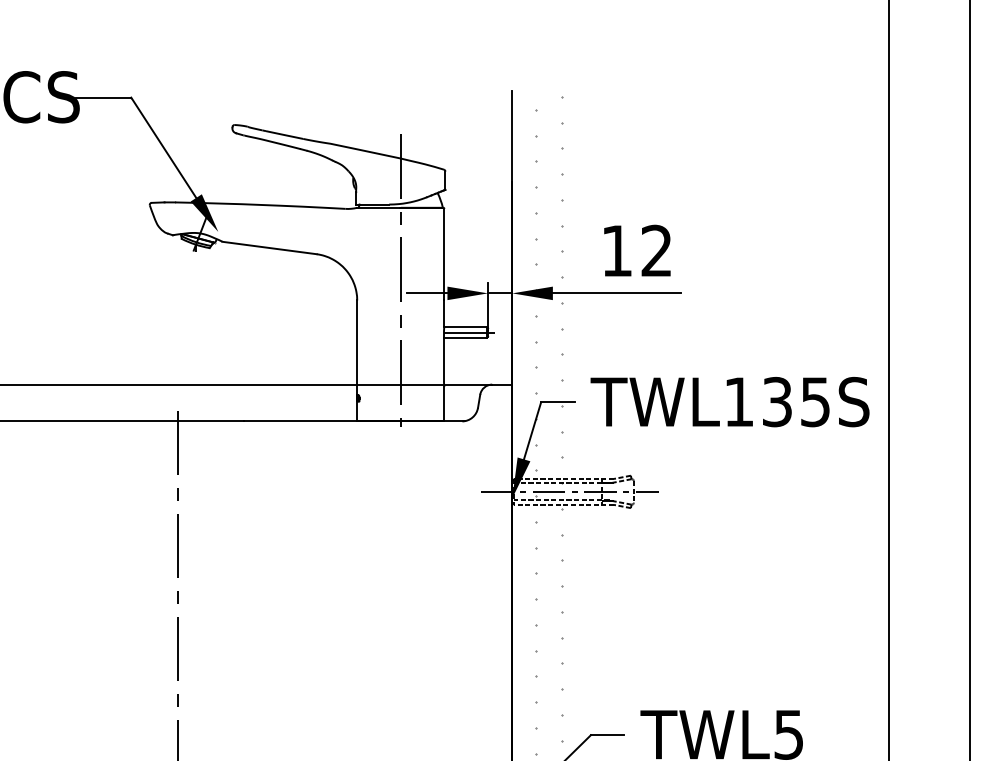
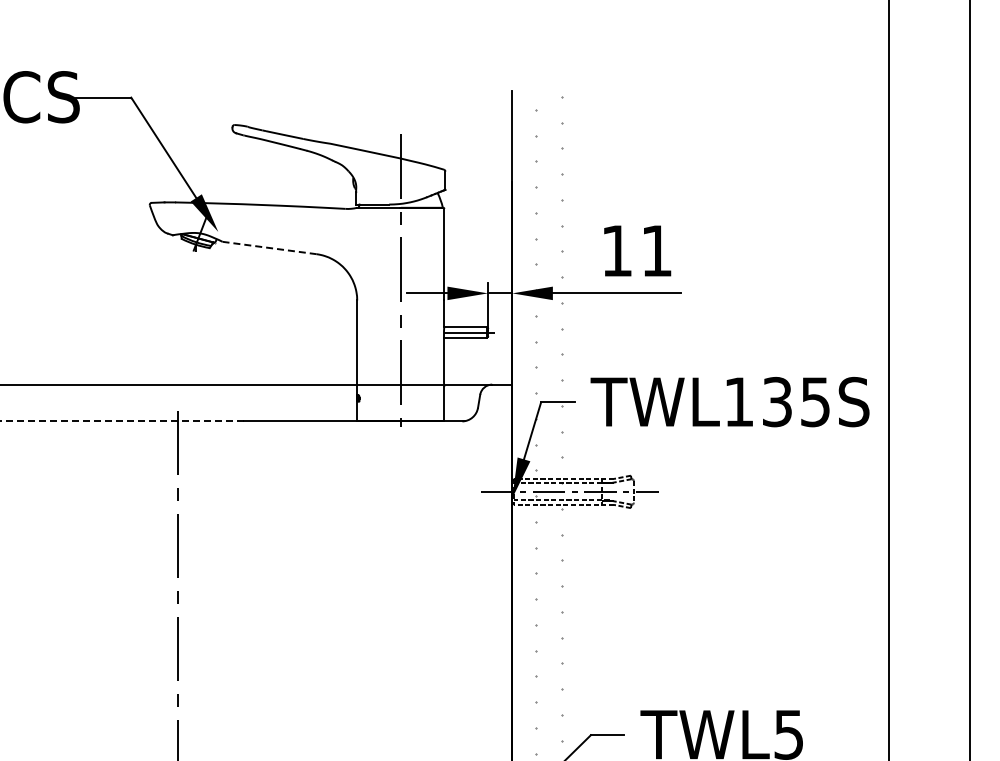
line at (270, 248): solid -> dashed
text at (656, 250): 12 -> 11
line at (122, 421): solid -> dashed
